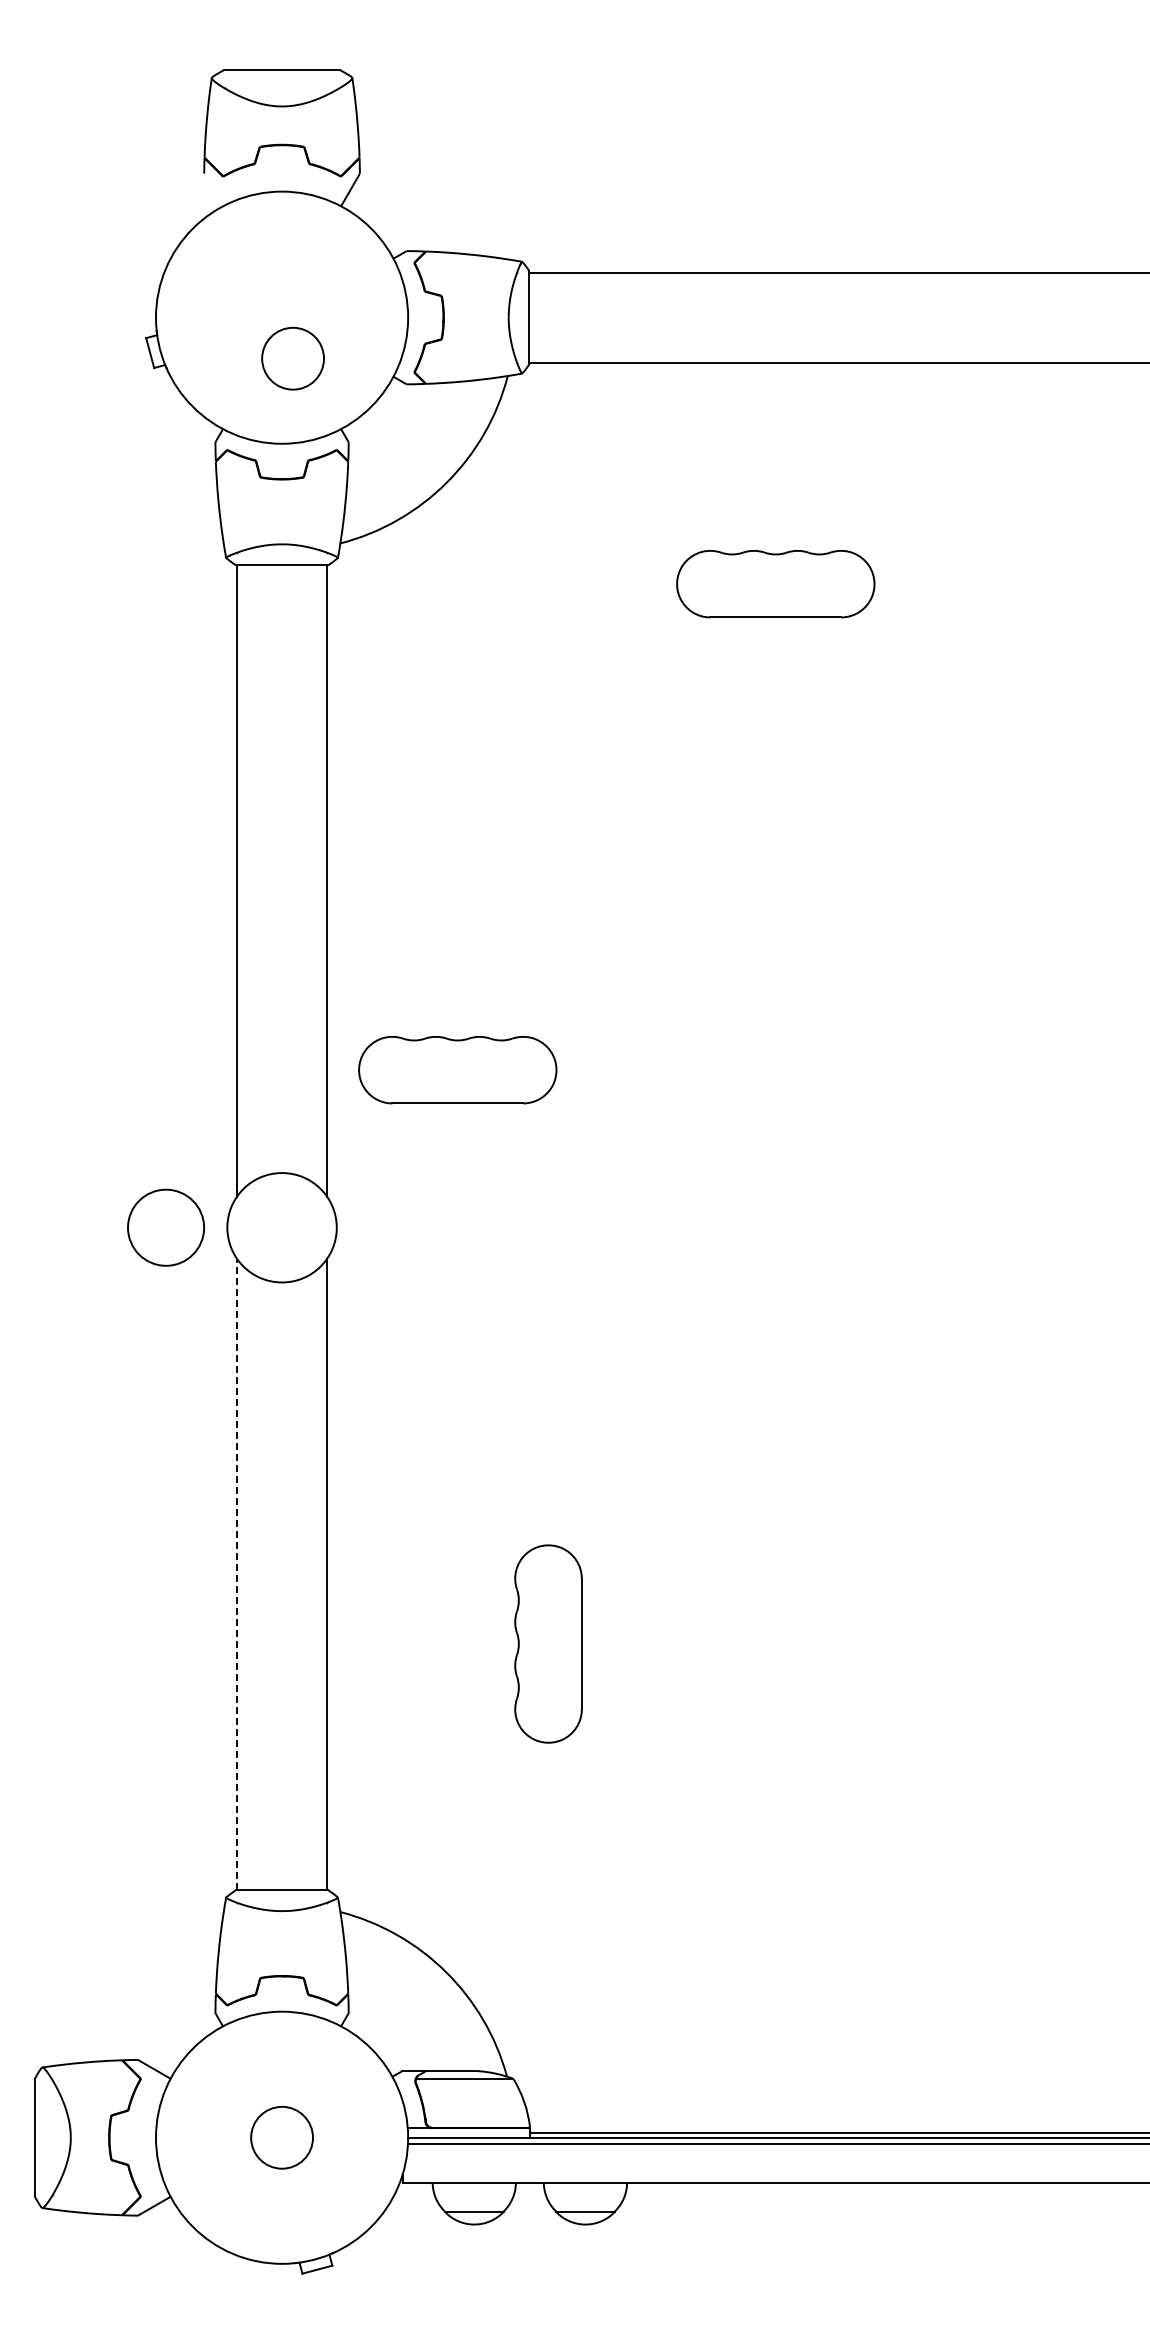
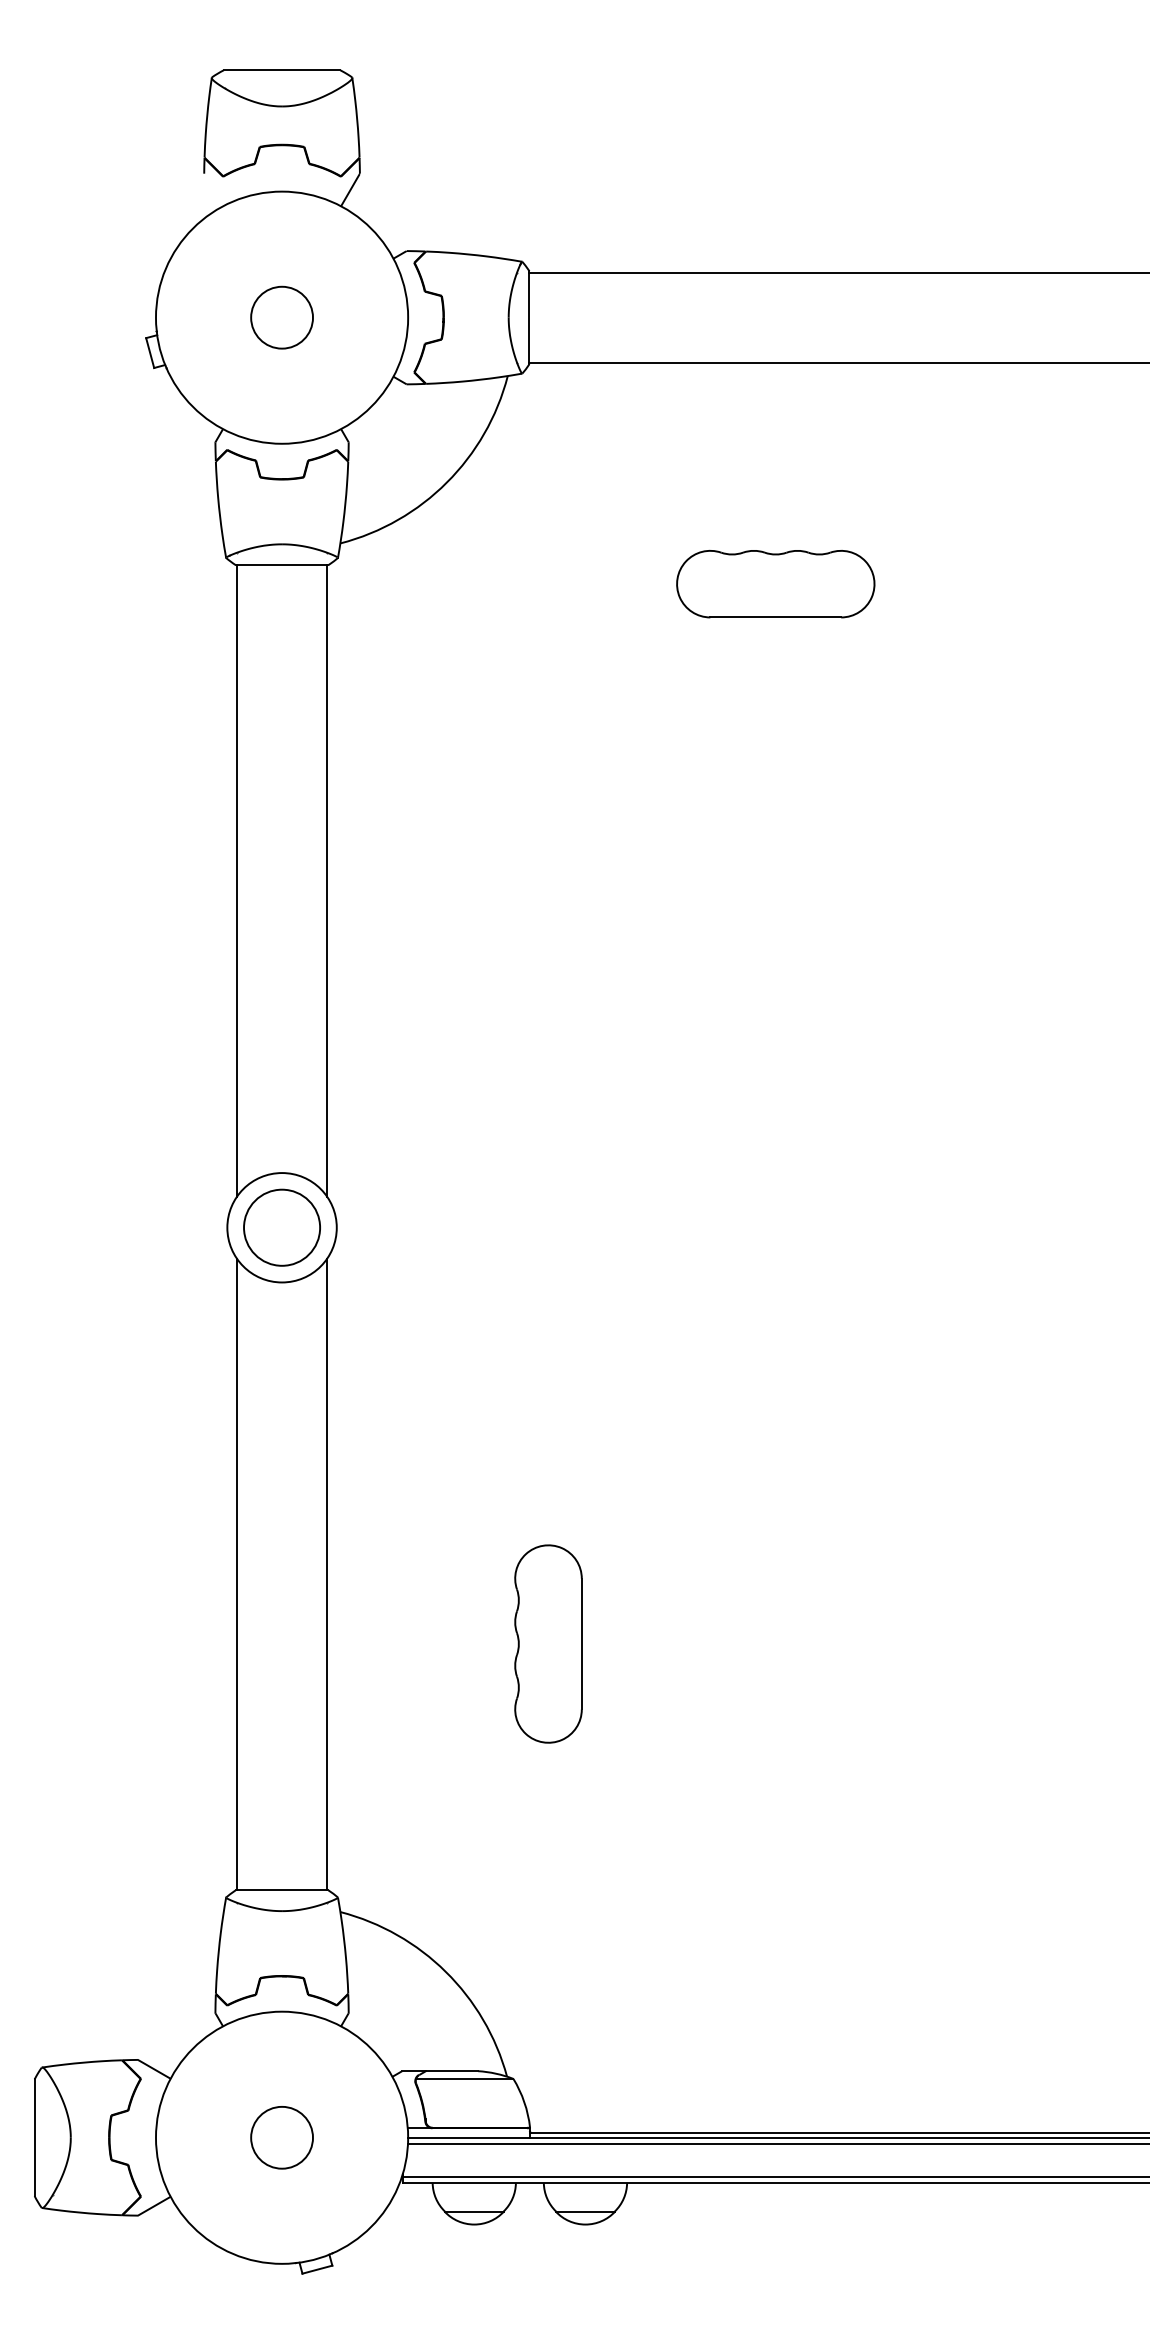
circle at (292, 358) position: (292, 358) -> (281, 317)
part at (457, 1070): present -> none
circle at (165, 1227) position: (165, 1227) -> (281, 1227)
line at (236, 1574): dashed -> solid
line at (774, 2177): none -> present
